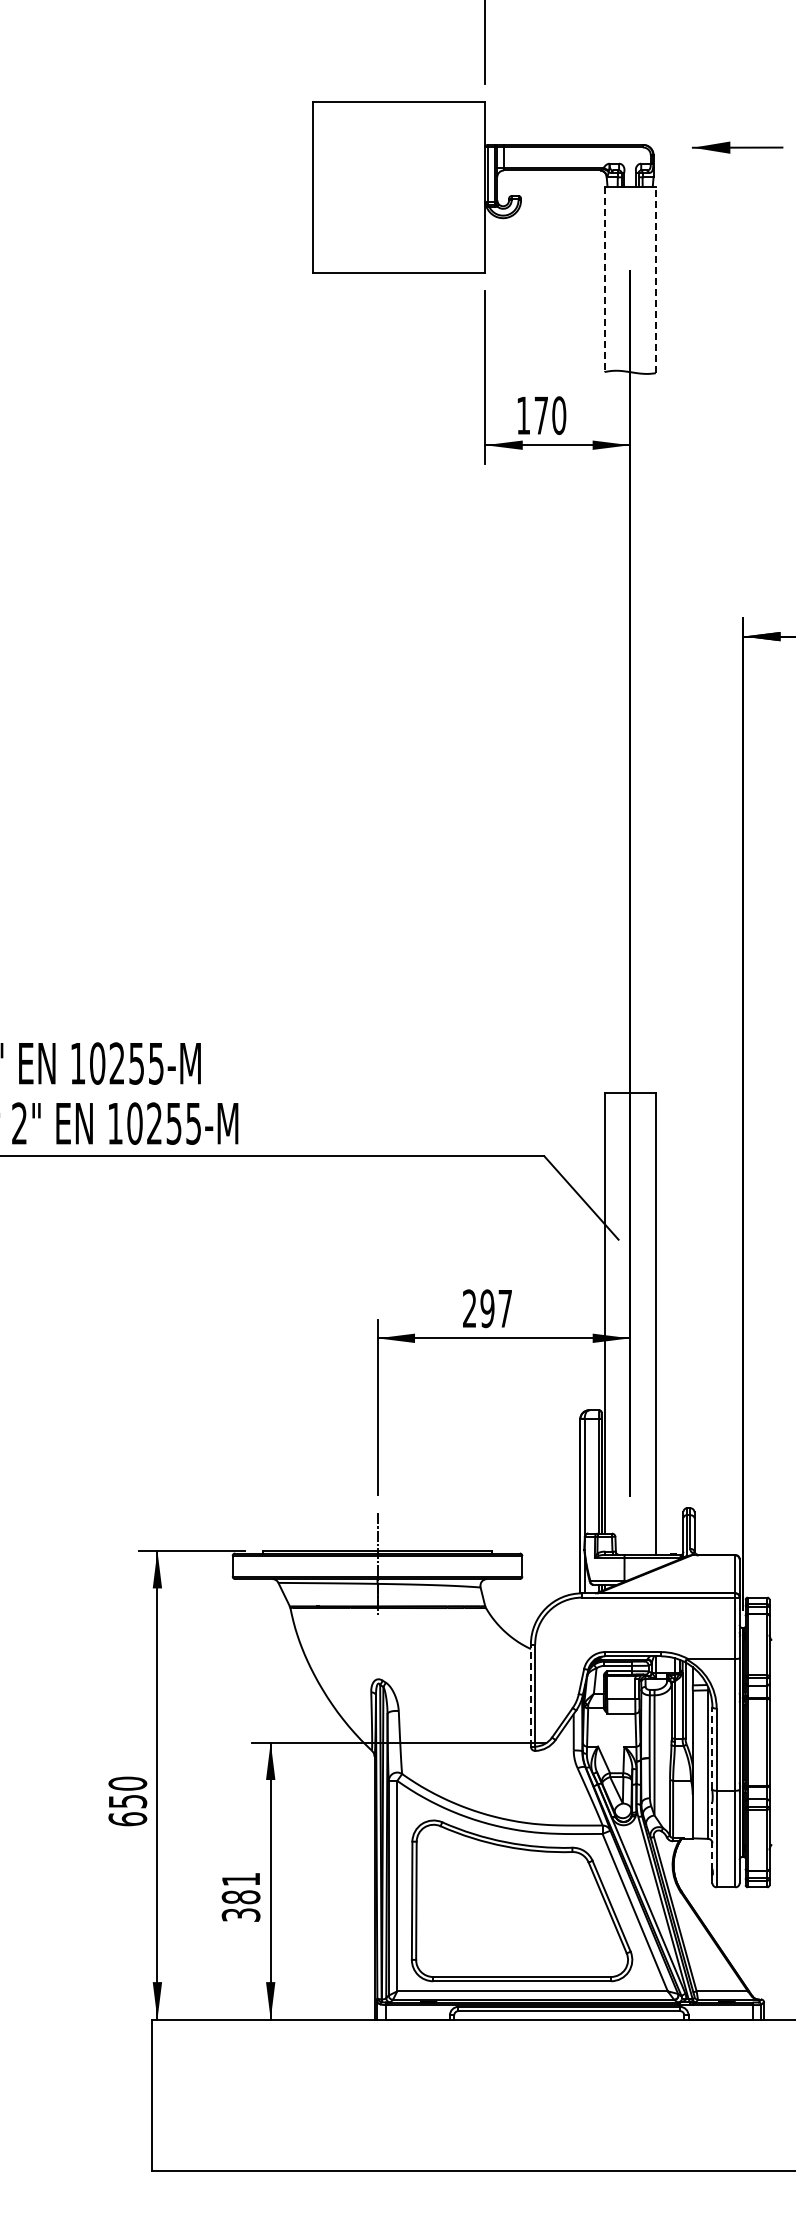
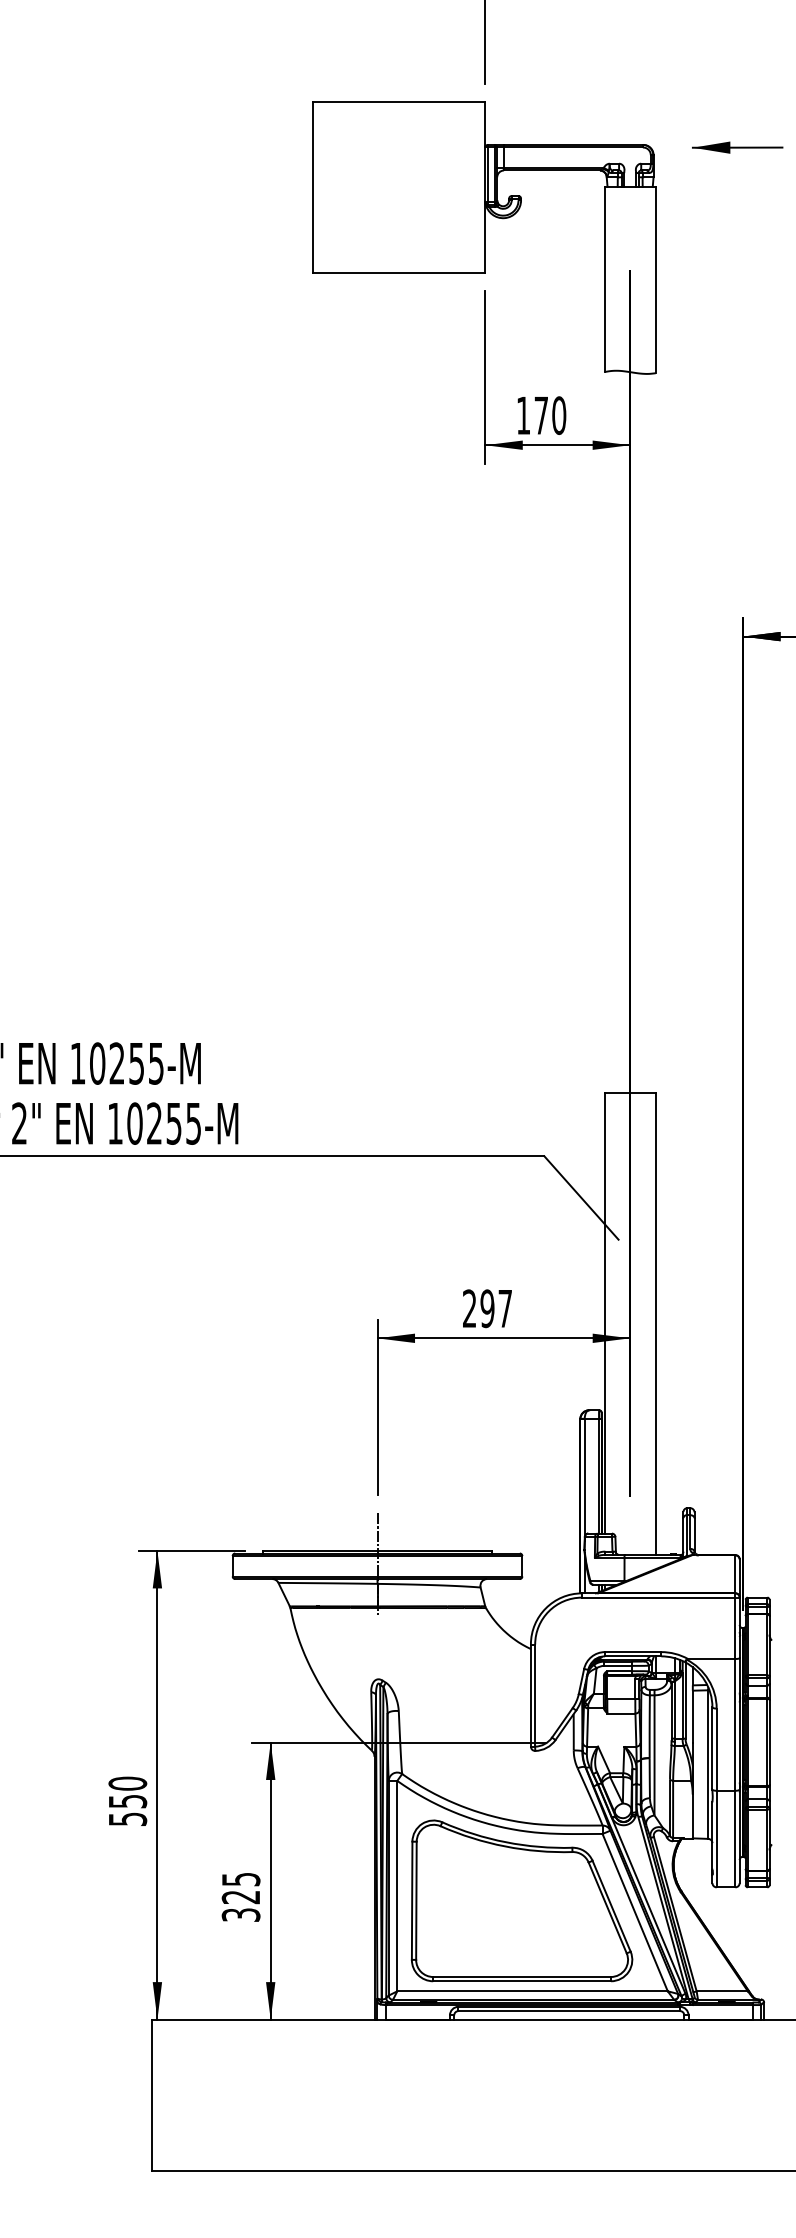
line at (604, 279): dashed -> solid
line at (655, 279): dashed -> solid
line at (530, 1695): dashed -> solid
line at (712, 1747): dashed -> solid
text at (127, 1819): 650 -> 550
line at (712, 1836): dashed -> solid
text at (240, 1888): 381 -> 325
